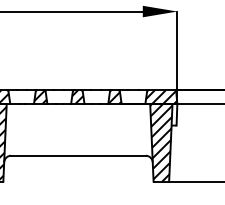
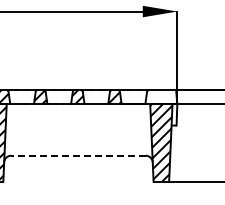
hatch at (161, 96): present -> none
line at (77, 155): solid -> dashed
